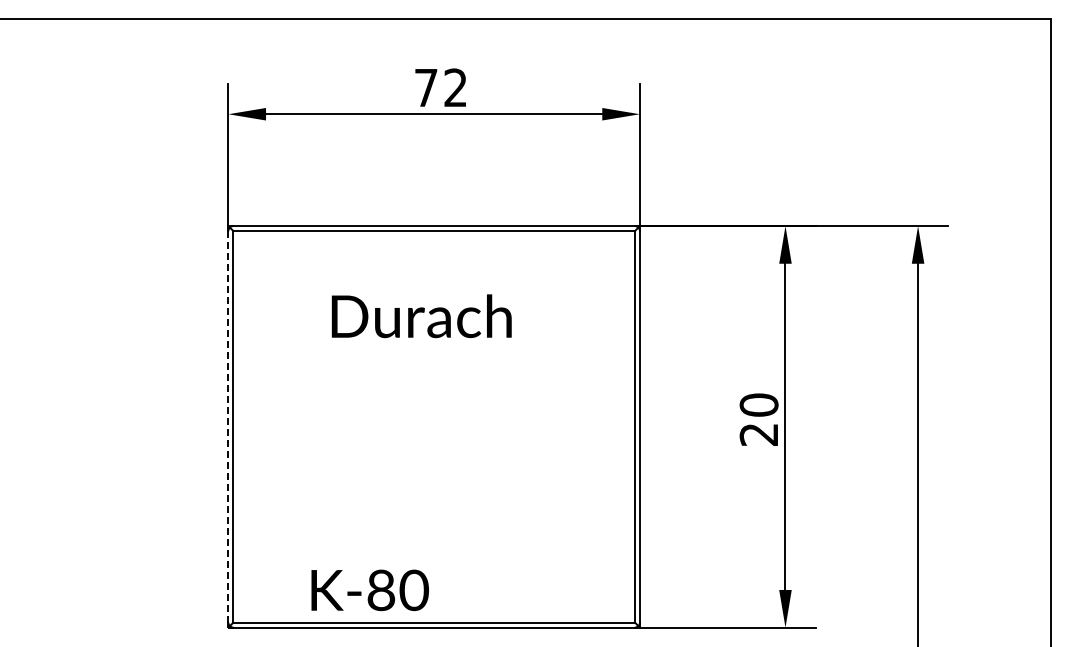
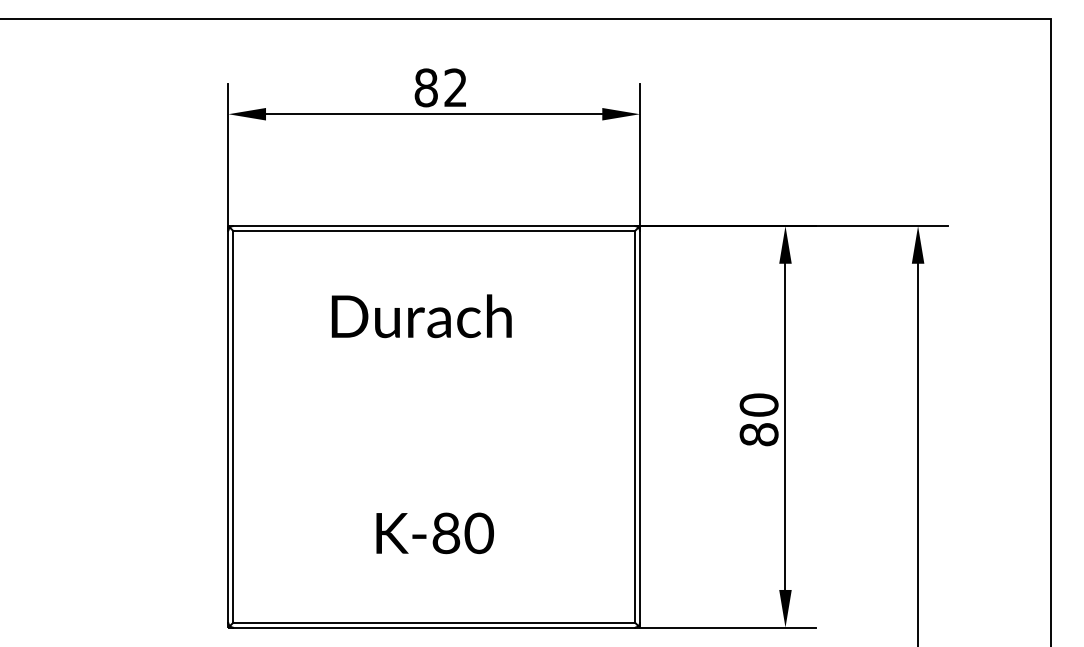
text at (425, 87): 72 -> 82
line at (228, 426): dashed -> solid
text at (758, 434): 20 -> 80
text at (369, 590) position: (369, 590) -> (434, 533)
